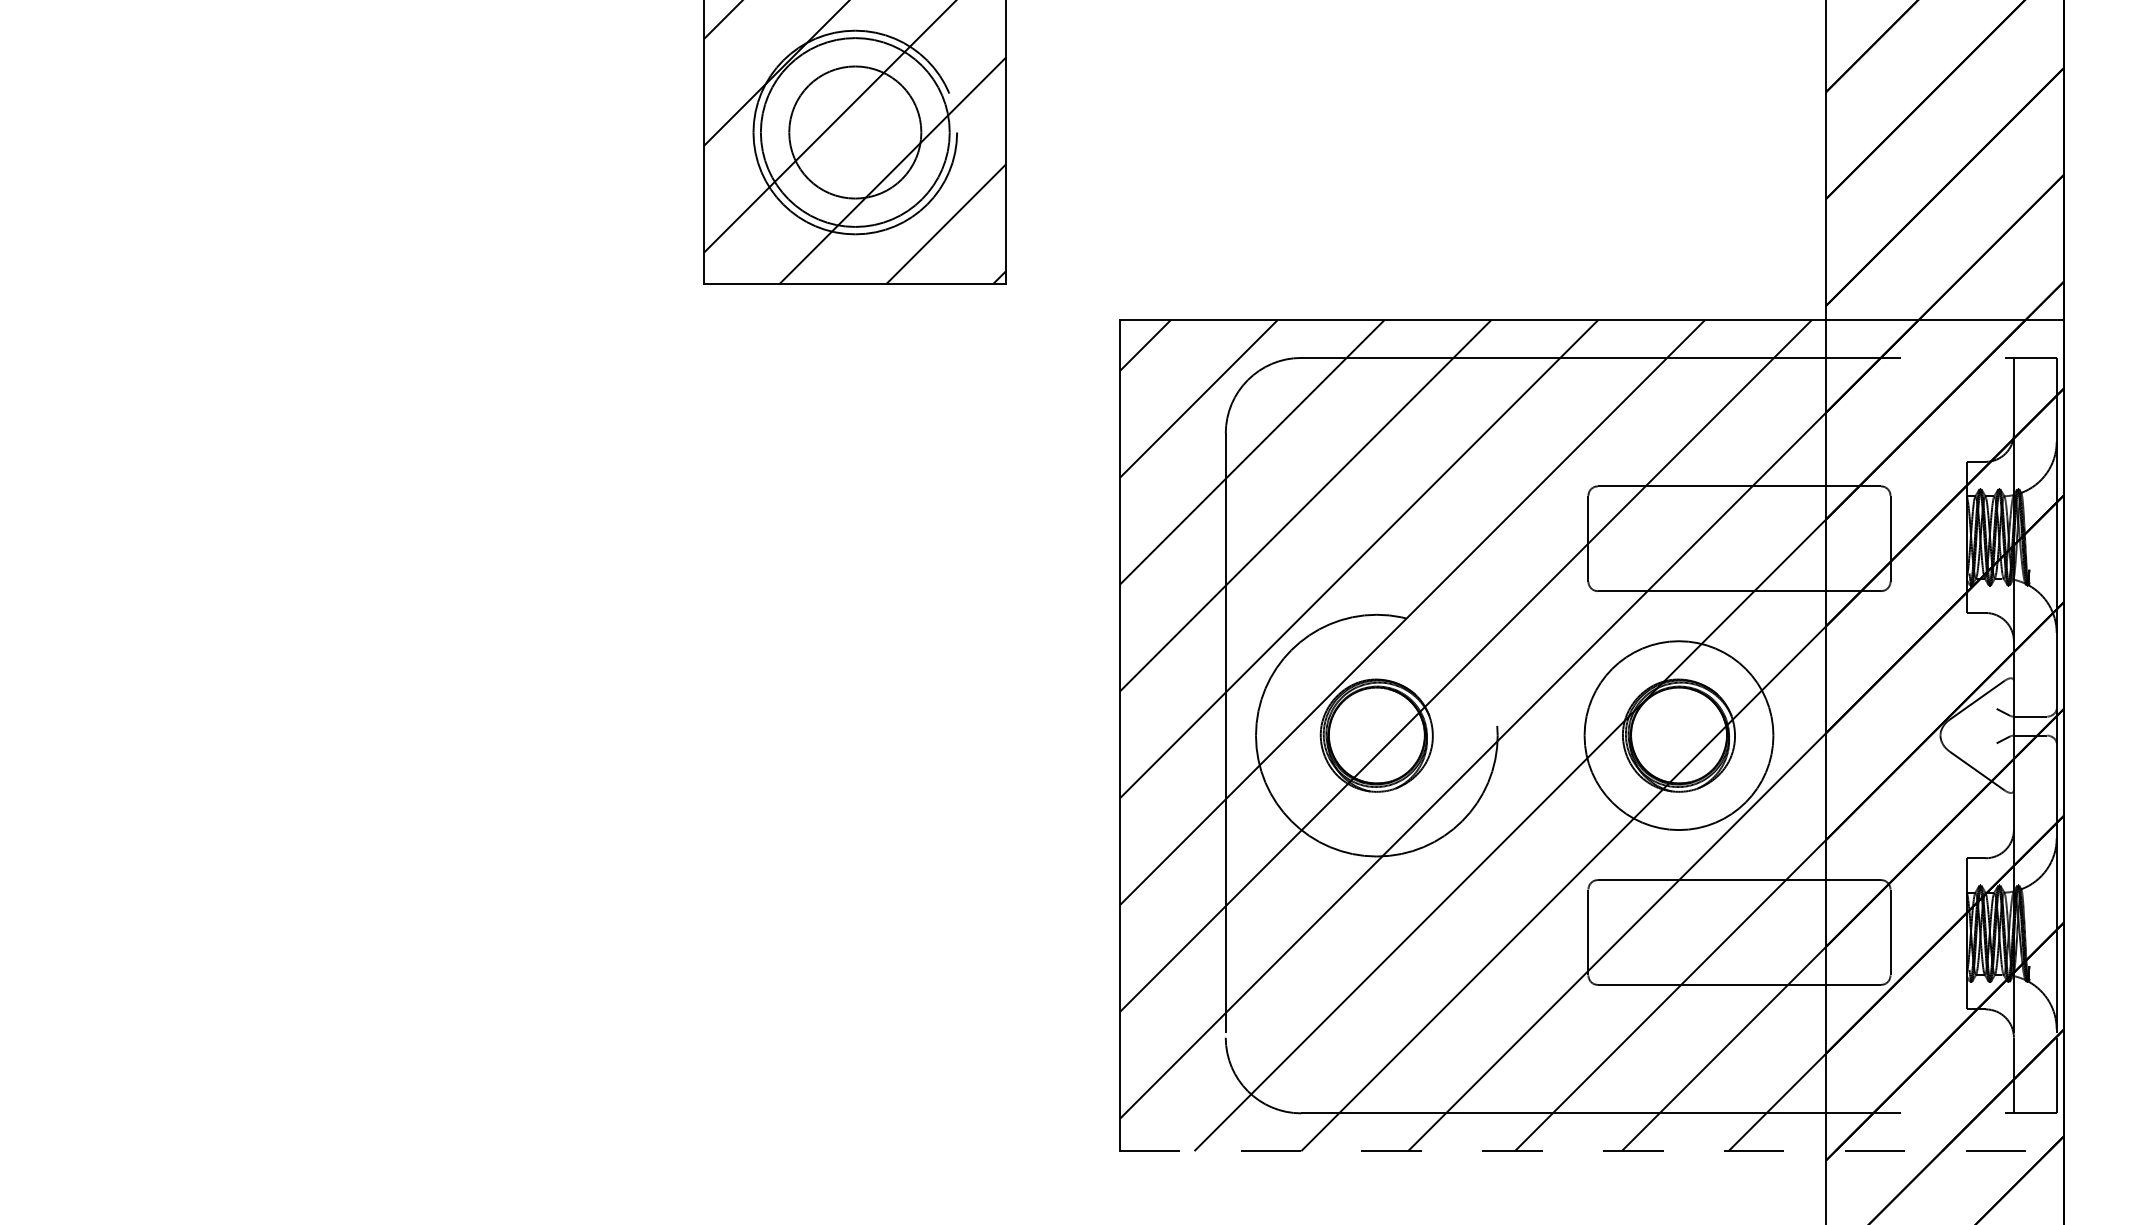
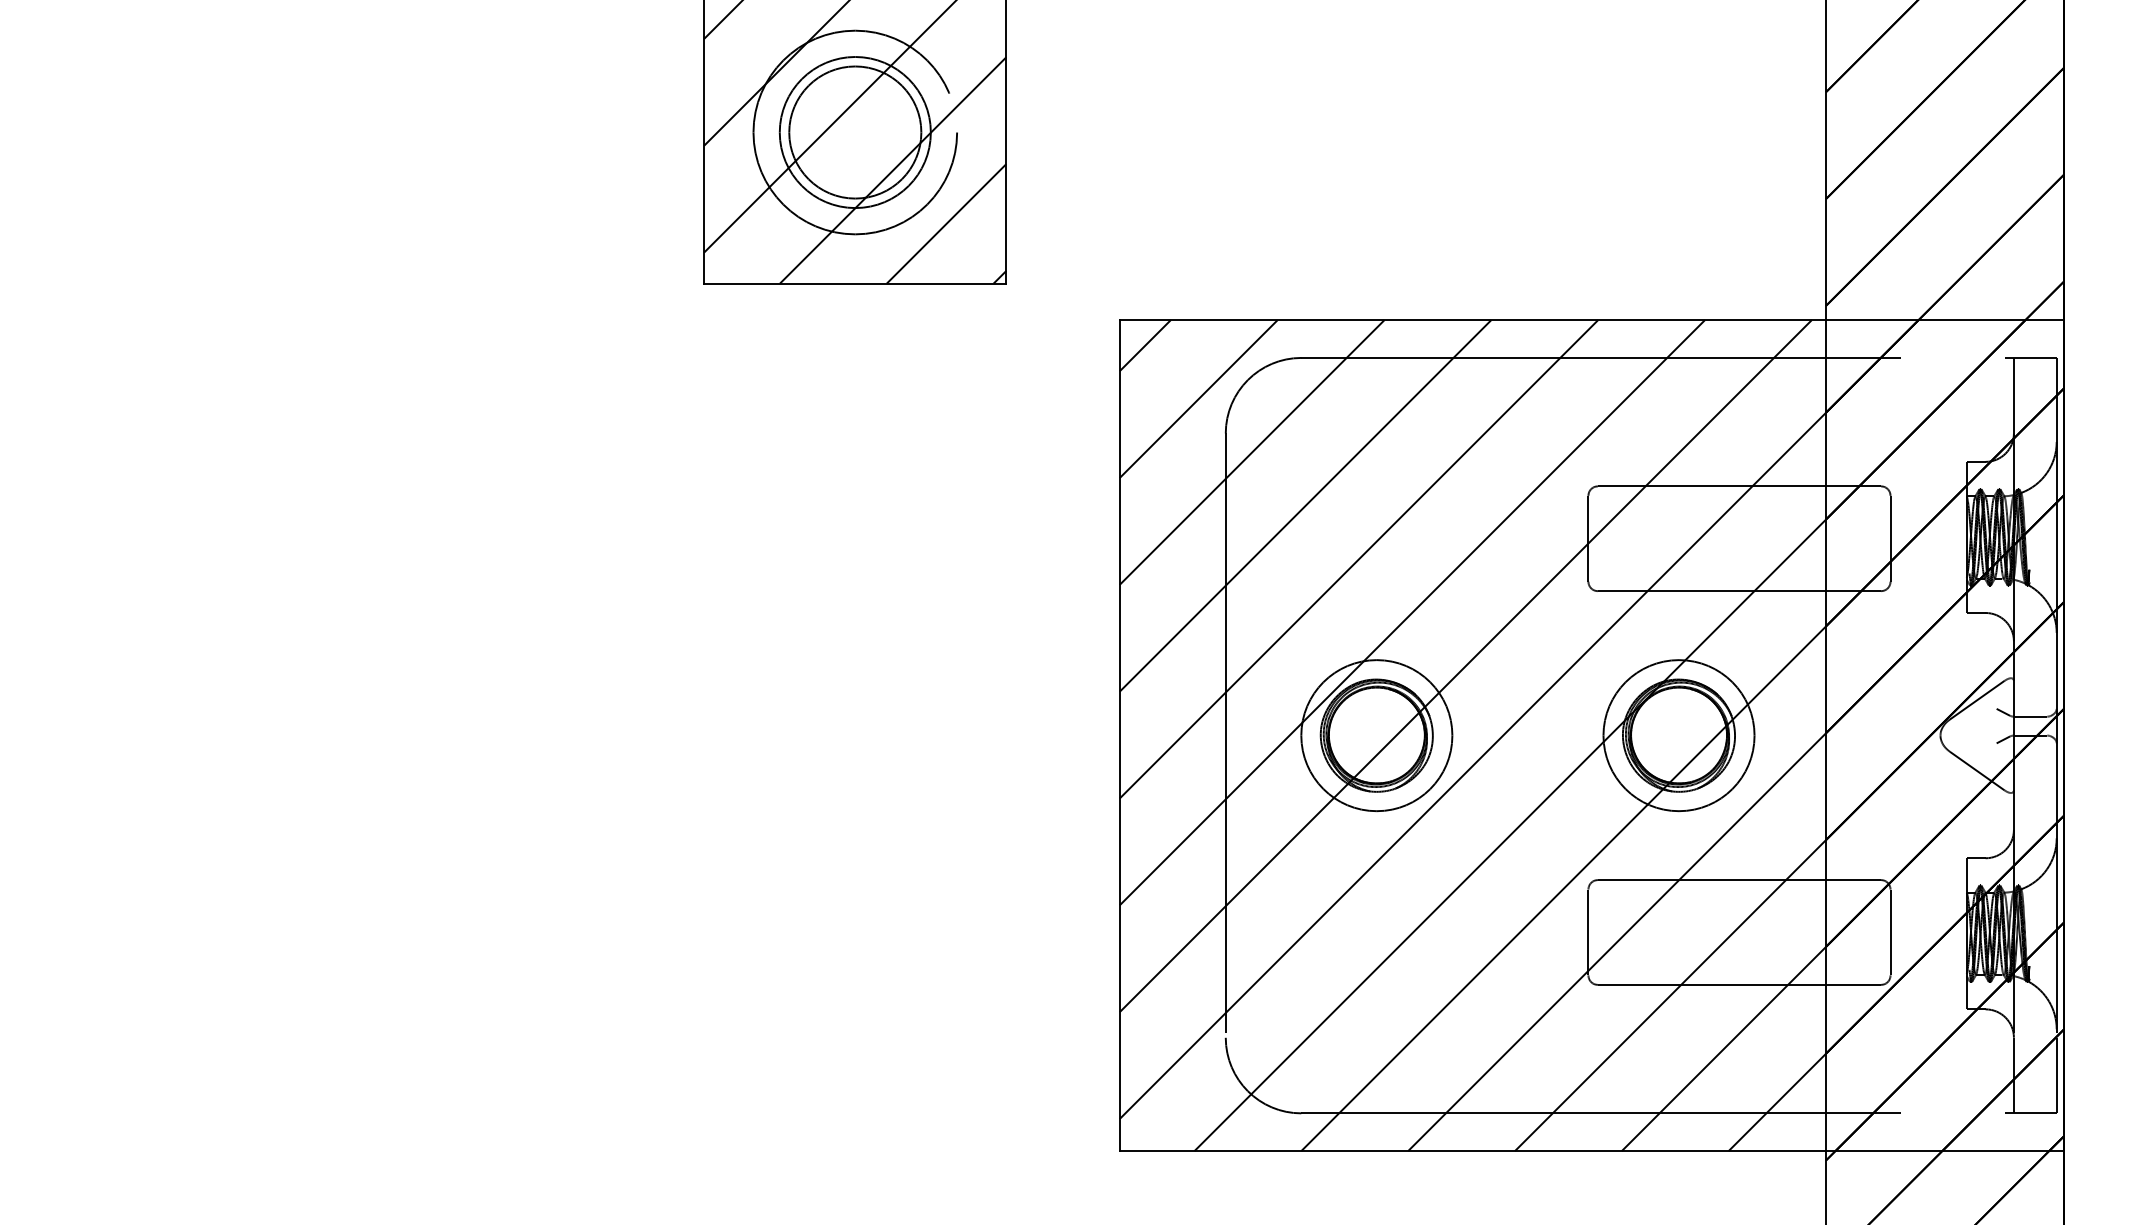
circle at (854, 132) diameter: 189 px -> 151 px
circle at (1376, 735) diameter: 242 px -> 151 px
circle at (1678, 735) diameter: 189 px -> 151 px
line at (1592, 1151): dashed -> solid
